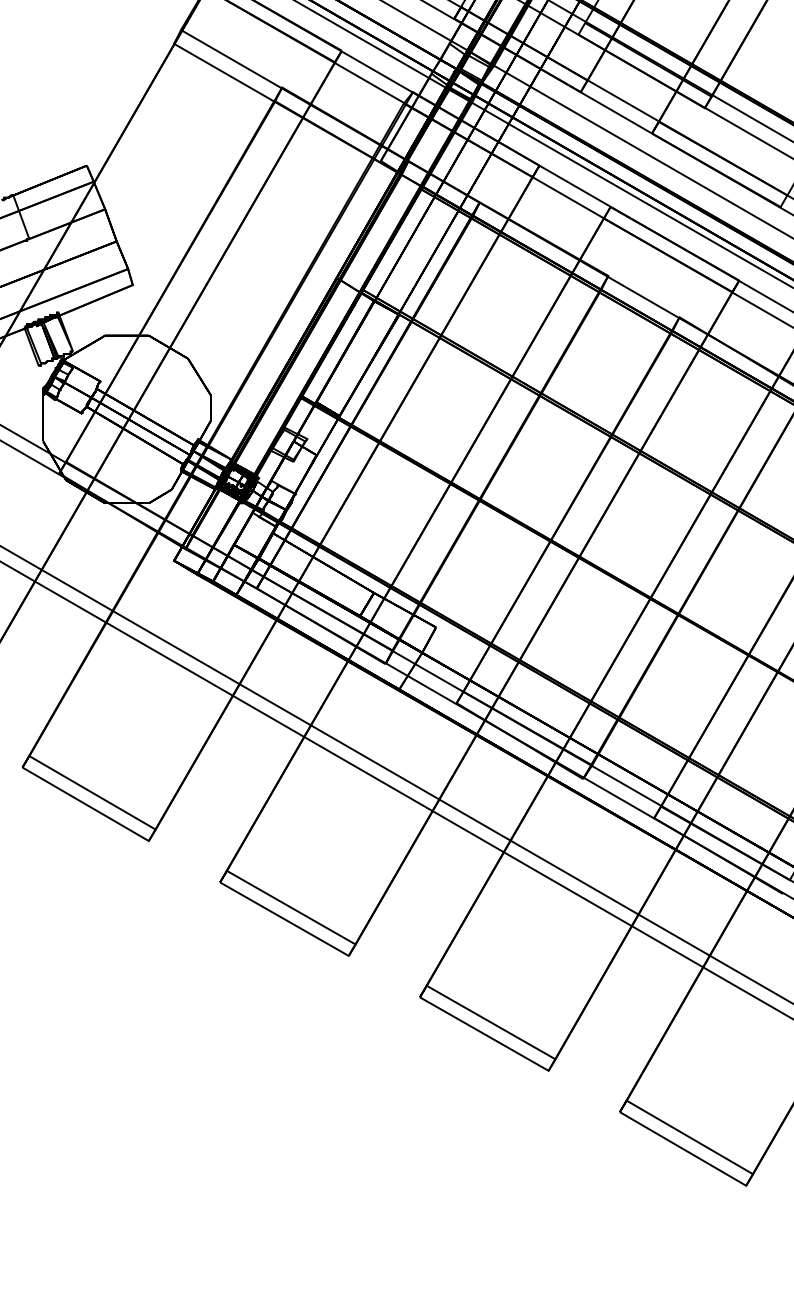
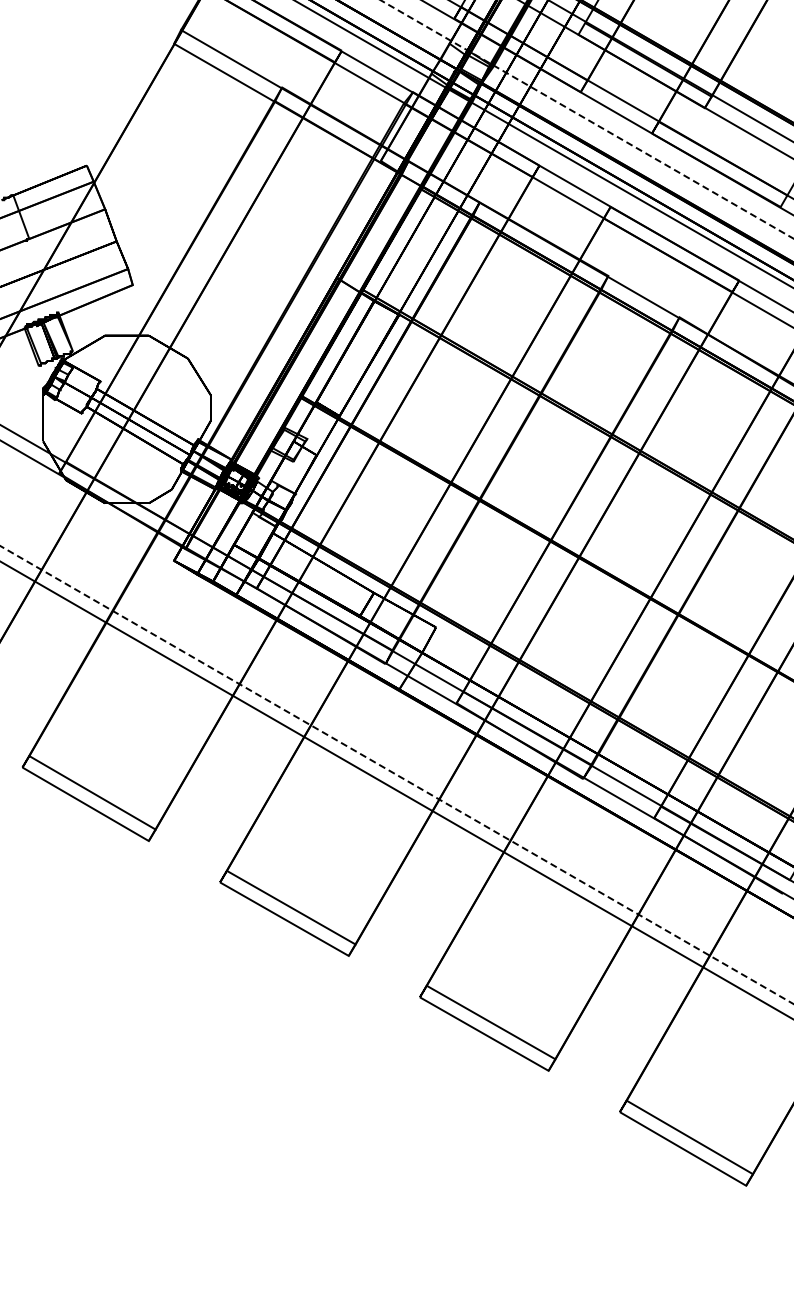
line at (587, 119): solid -> dashed
line at (396, 774): solid -> dashed
